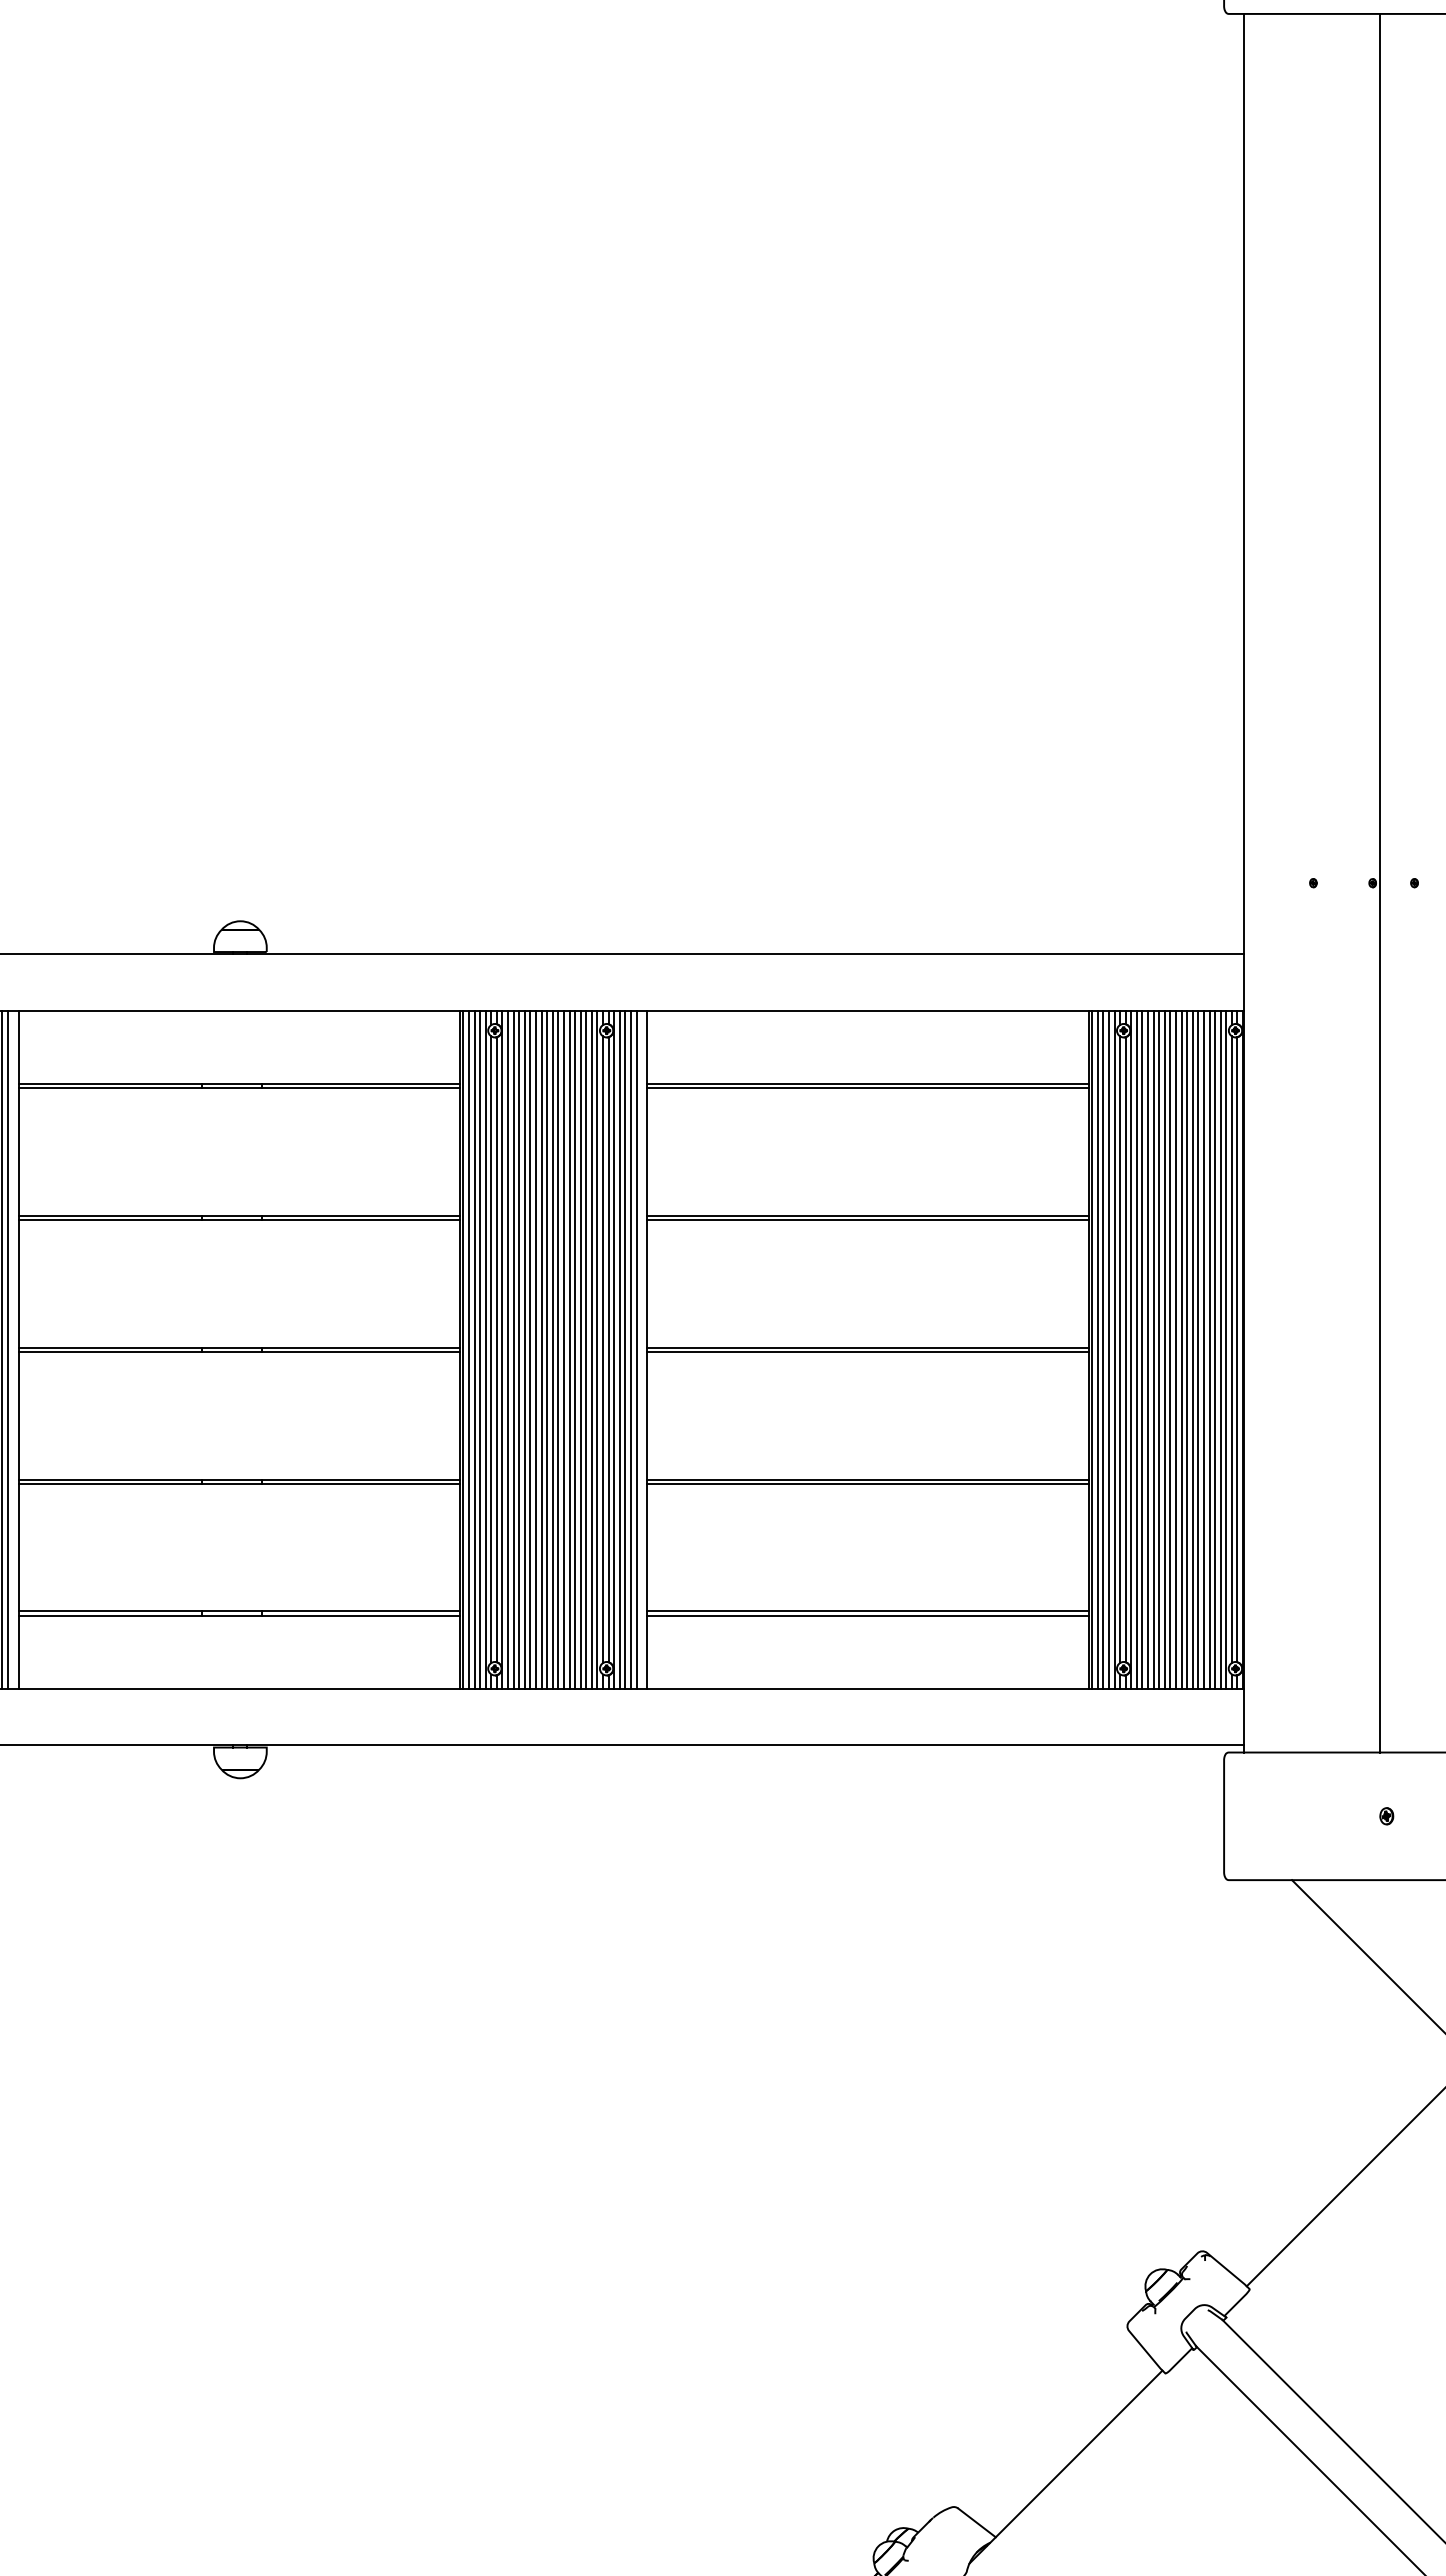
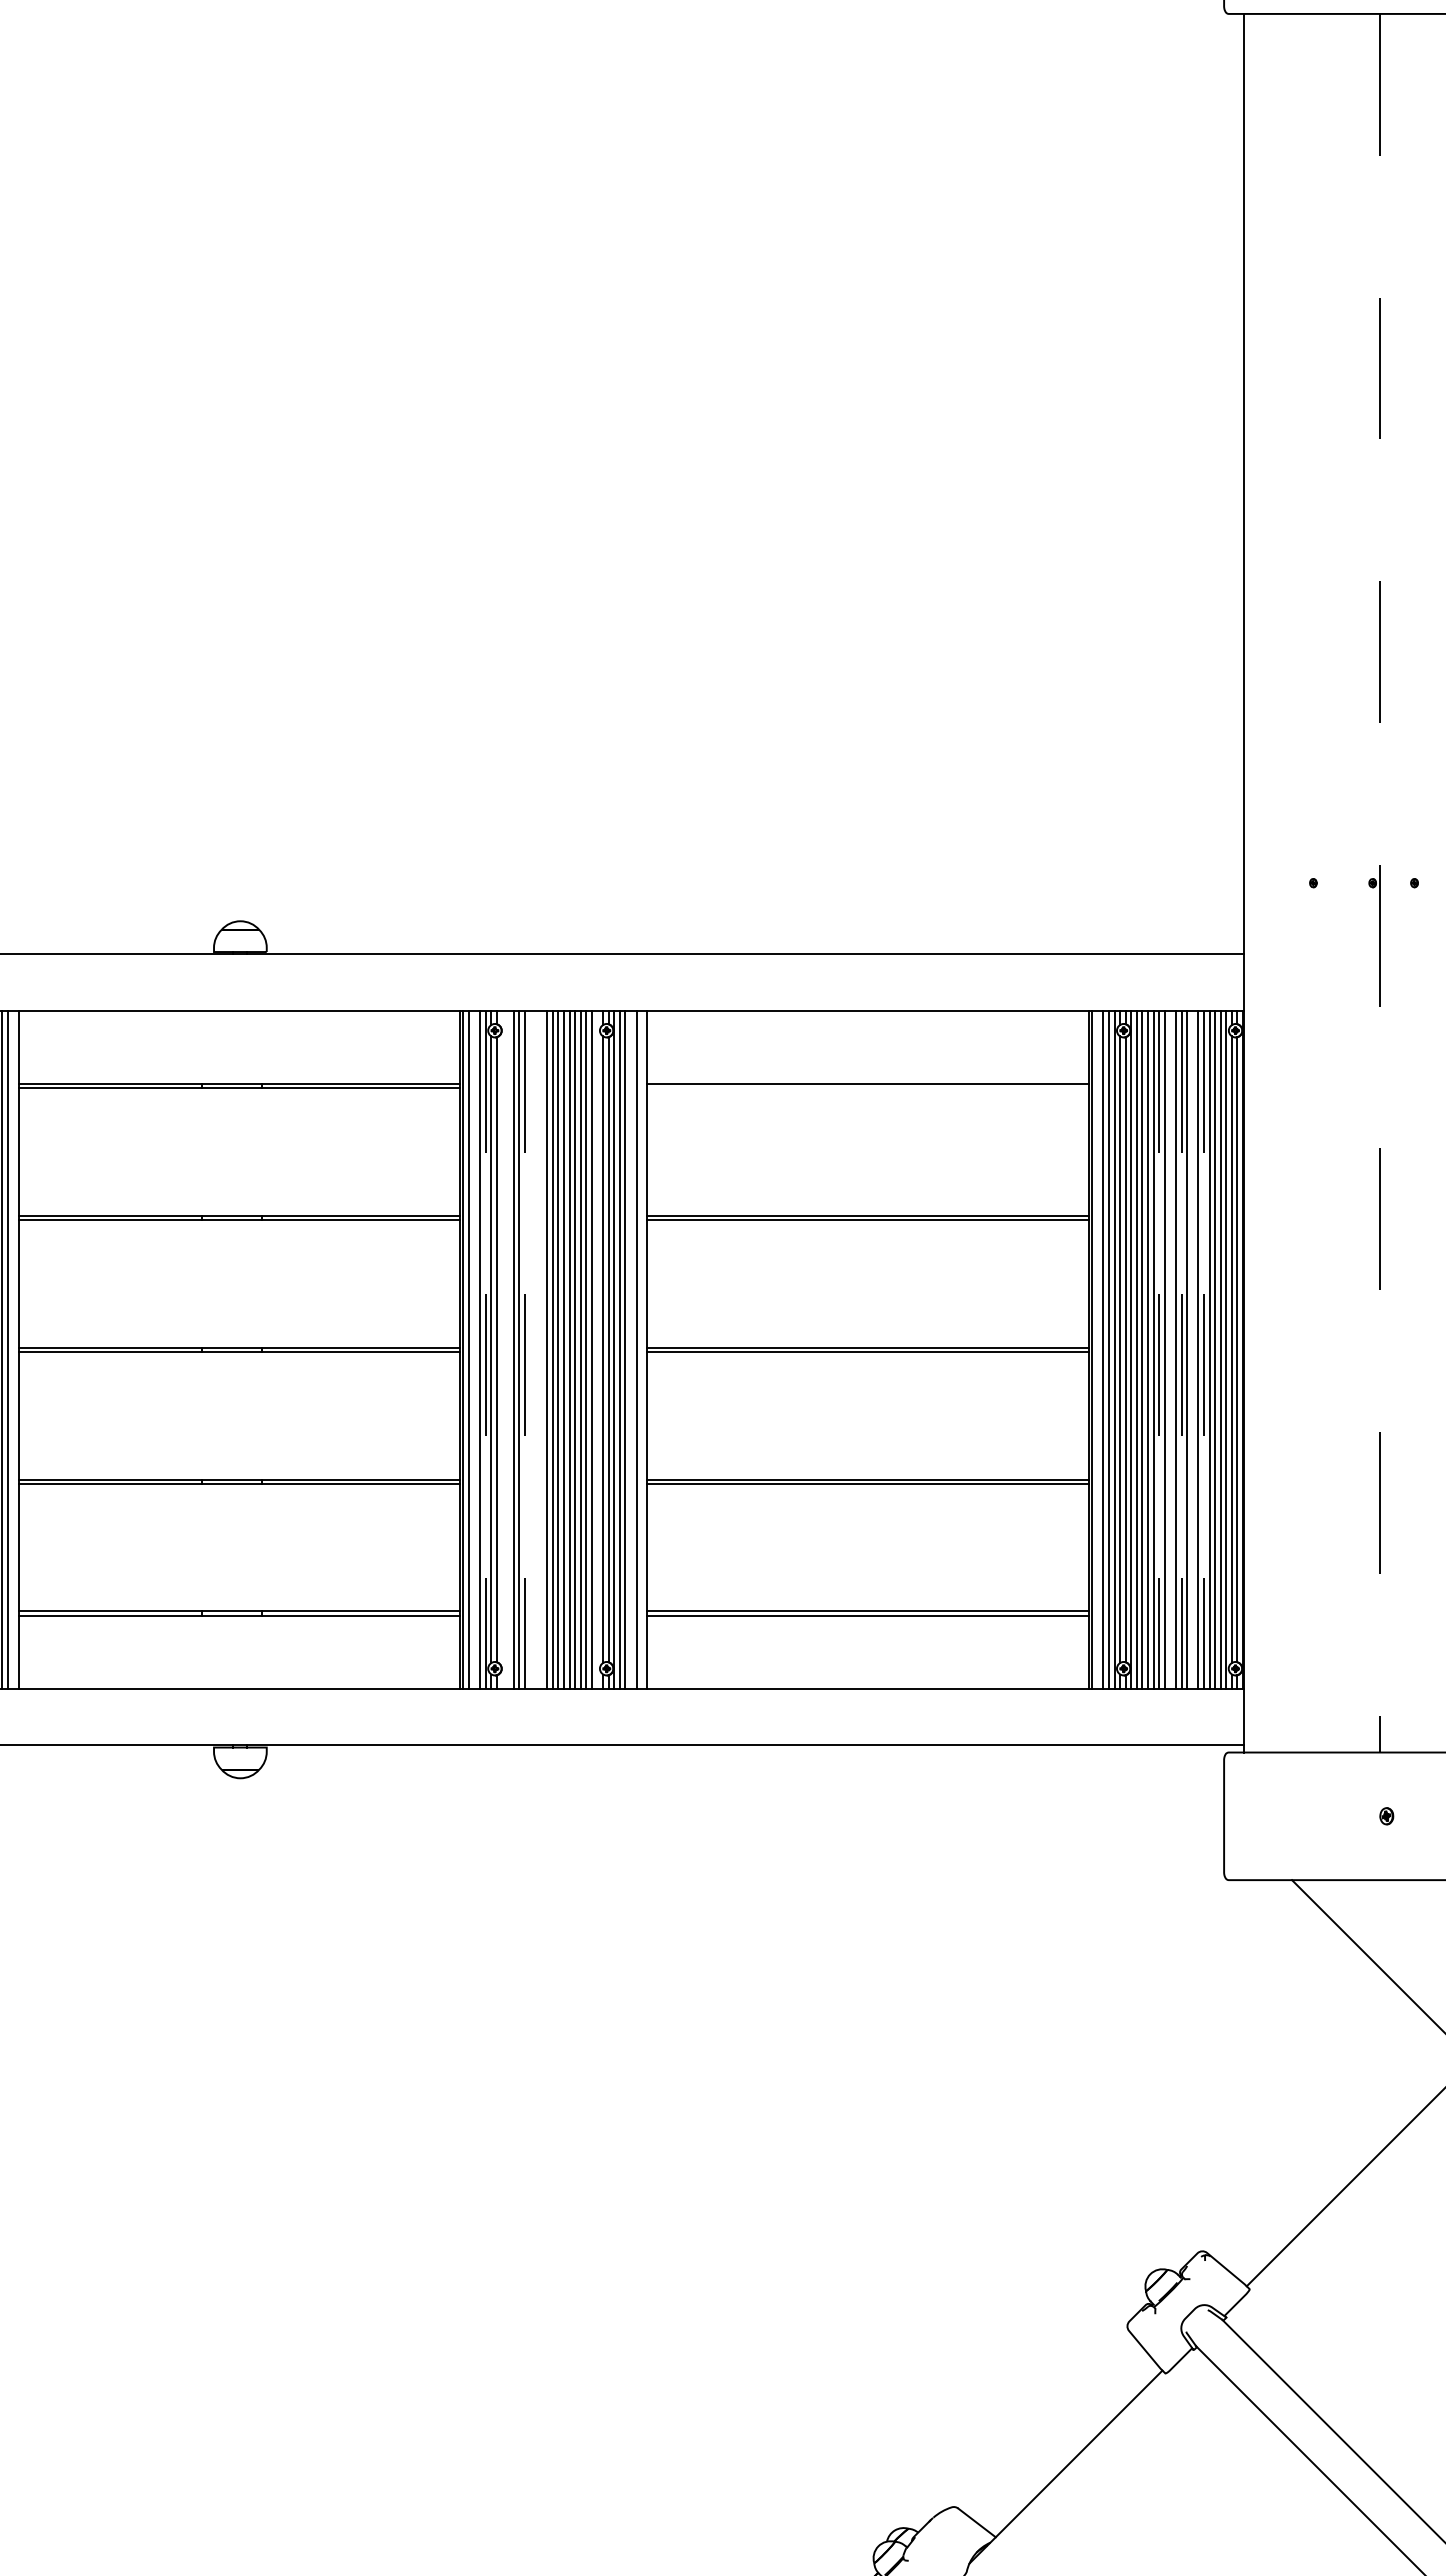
line at (1380, 883): solid -> dashed
line at (867, 1088): present -> none
line at (474, 1349): present -> none
line at (485, 1349): solid -> dashed
line at (502, 1349): present -> none
line at (508, 1349): present -> none
line at (524, 1349): solid -> dashed
line at (530, 1349): present -> none
line at (536, 1349): present -> none
line at (541, 1349): present -> none
line at (597, 1349): present -> none
line at (631, 1349): present -> none
line at (1097, 1349): present -> none
line at (1159, 1349): solid -> dashed
line at (1170, 1349): present -> none
line at (1181, 1349): solid -> dashed
line at (1192, 1349): present -> none
line at (1203, 1349): solid -> dashed
